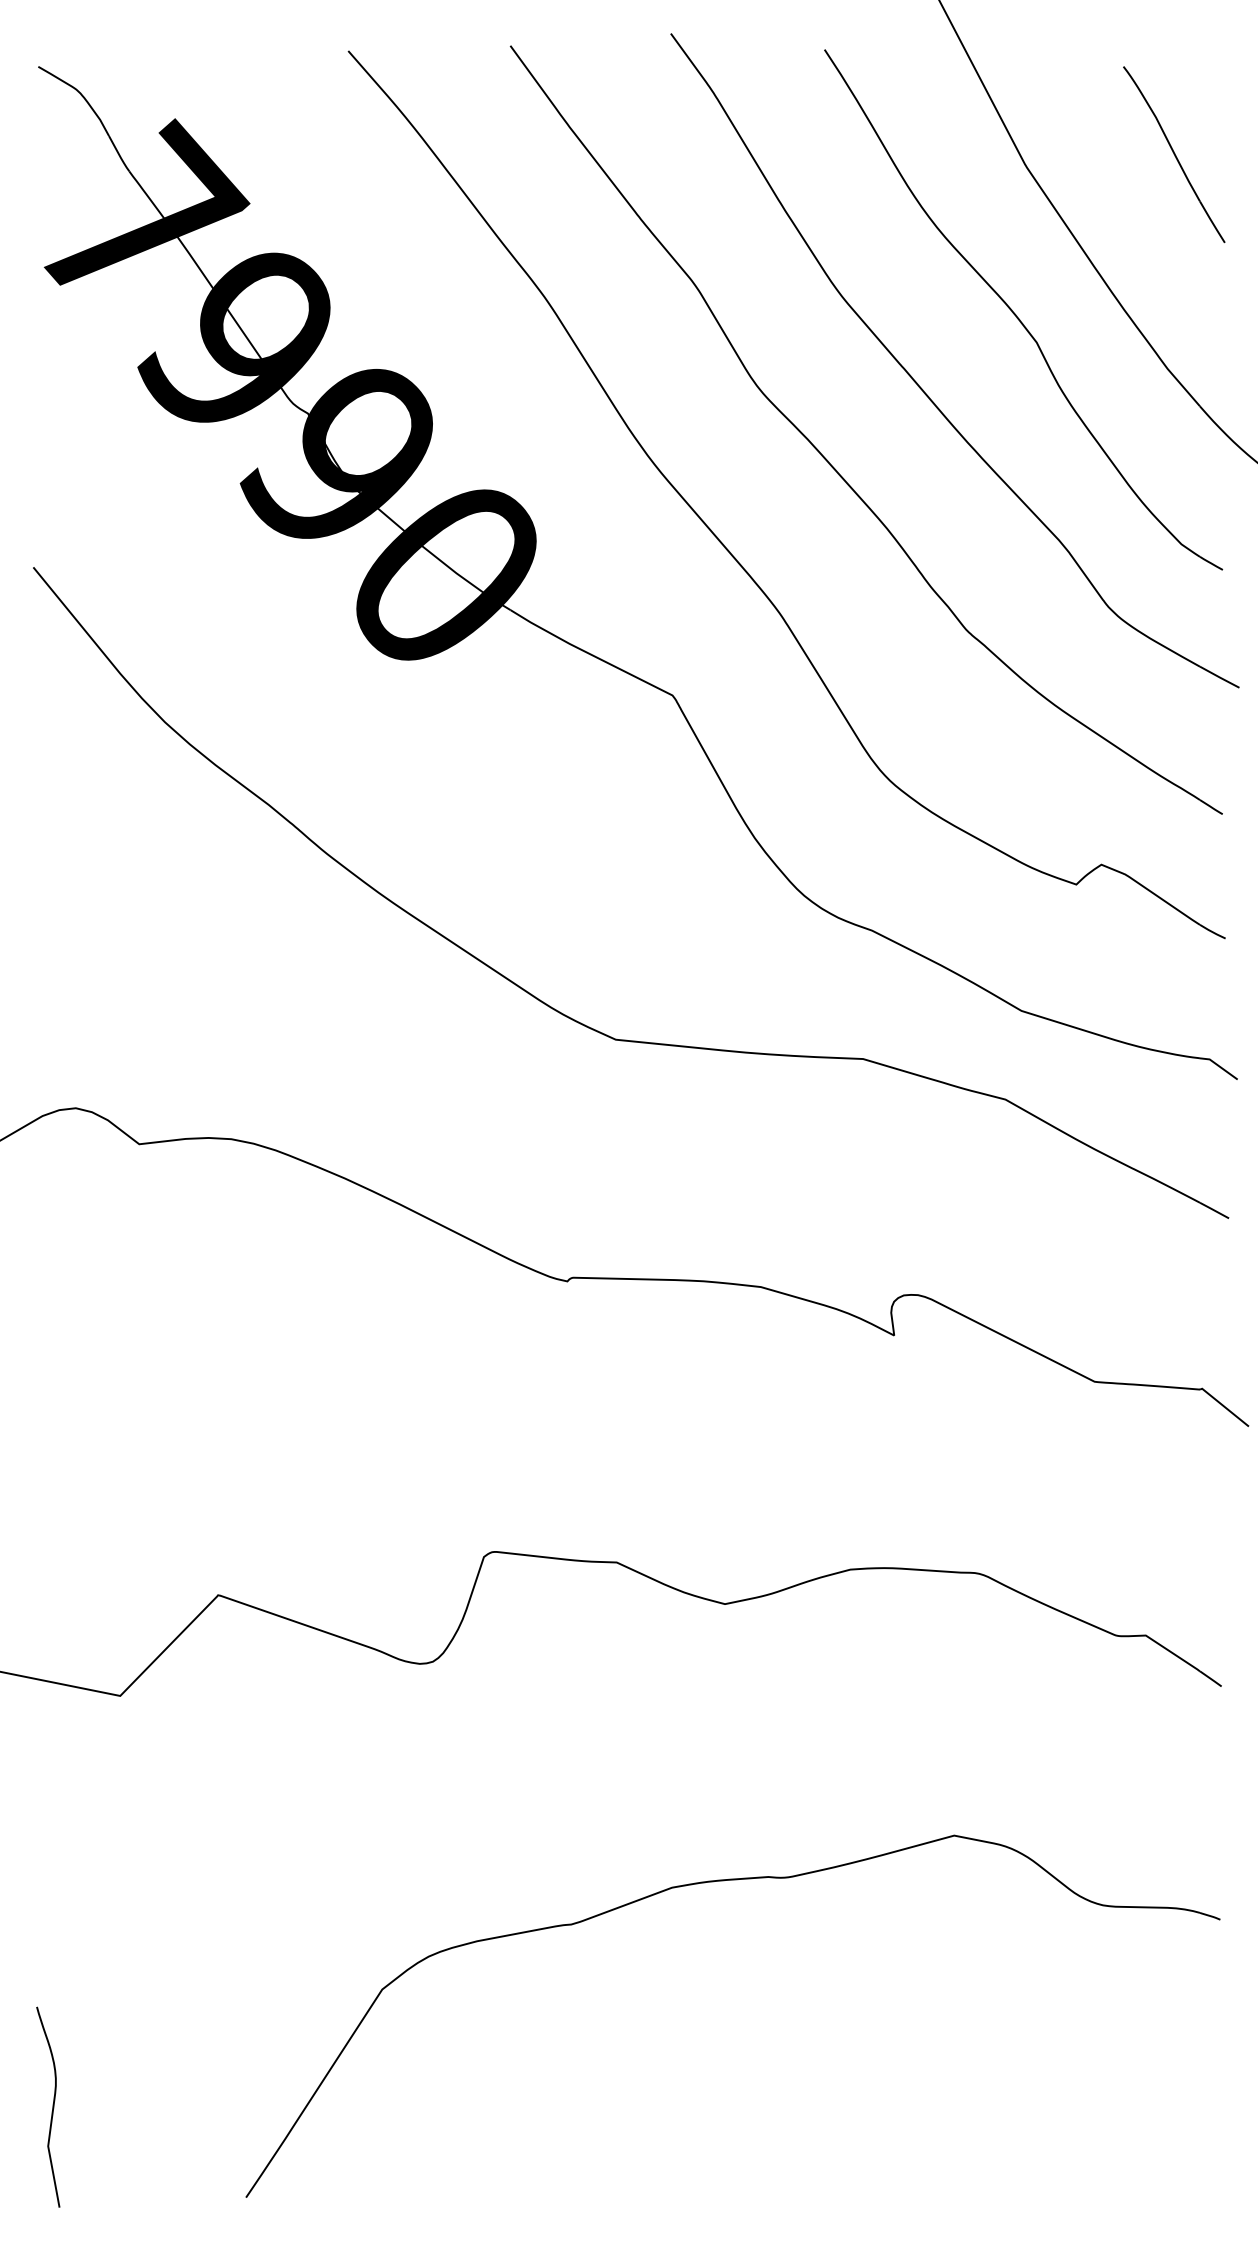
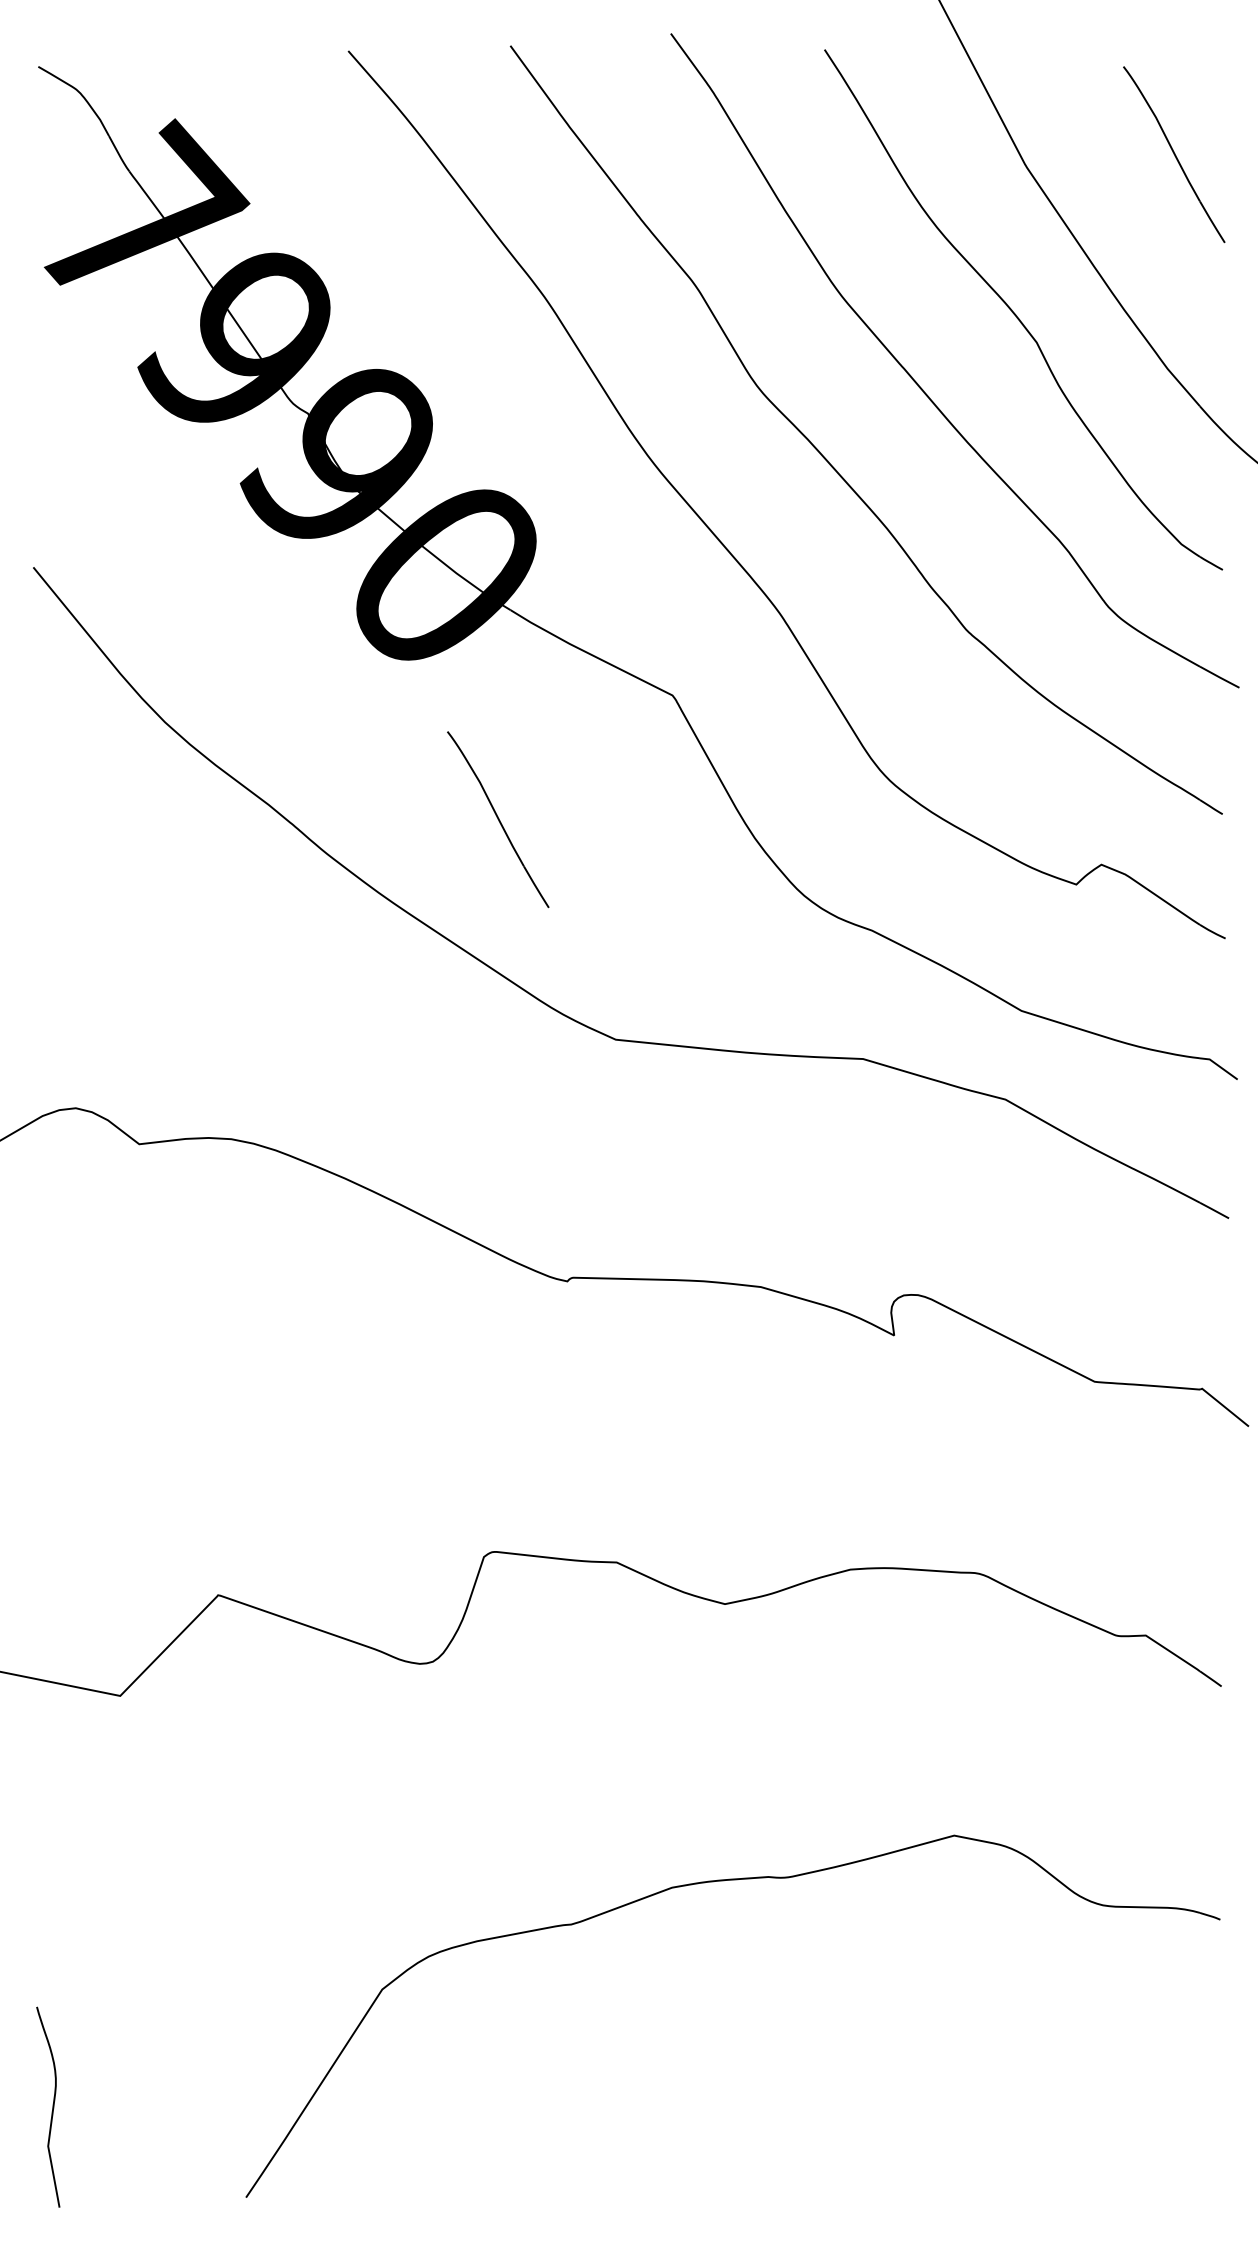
part at (498, 819): none -> present
